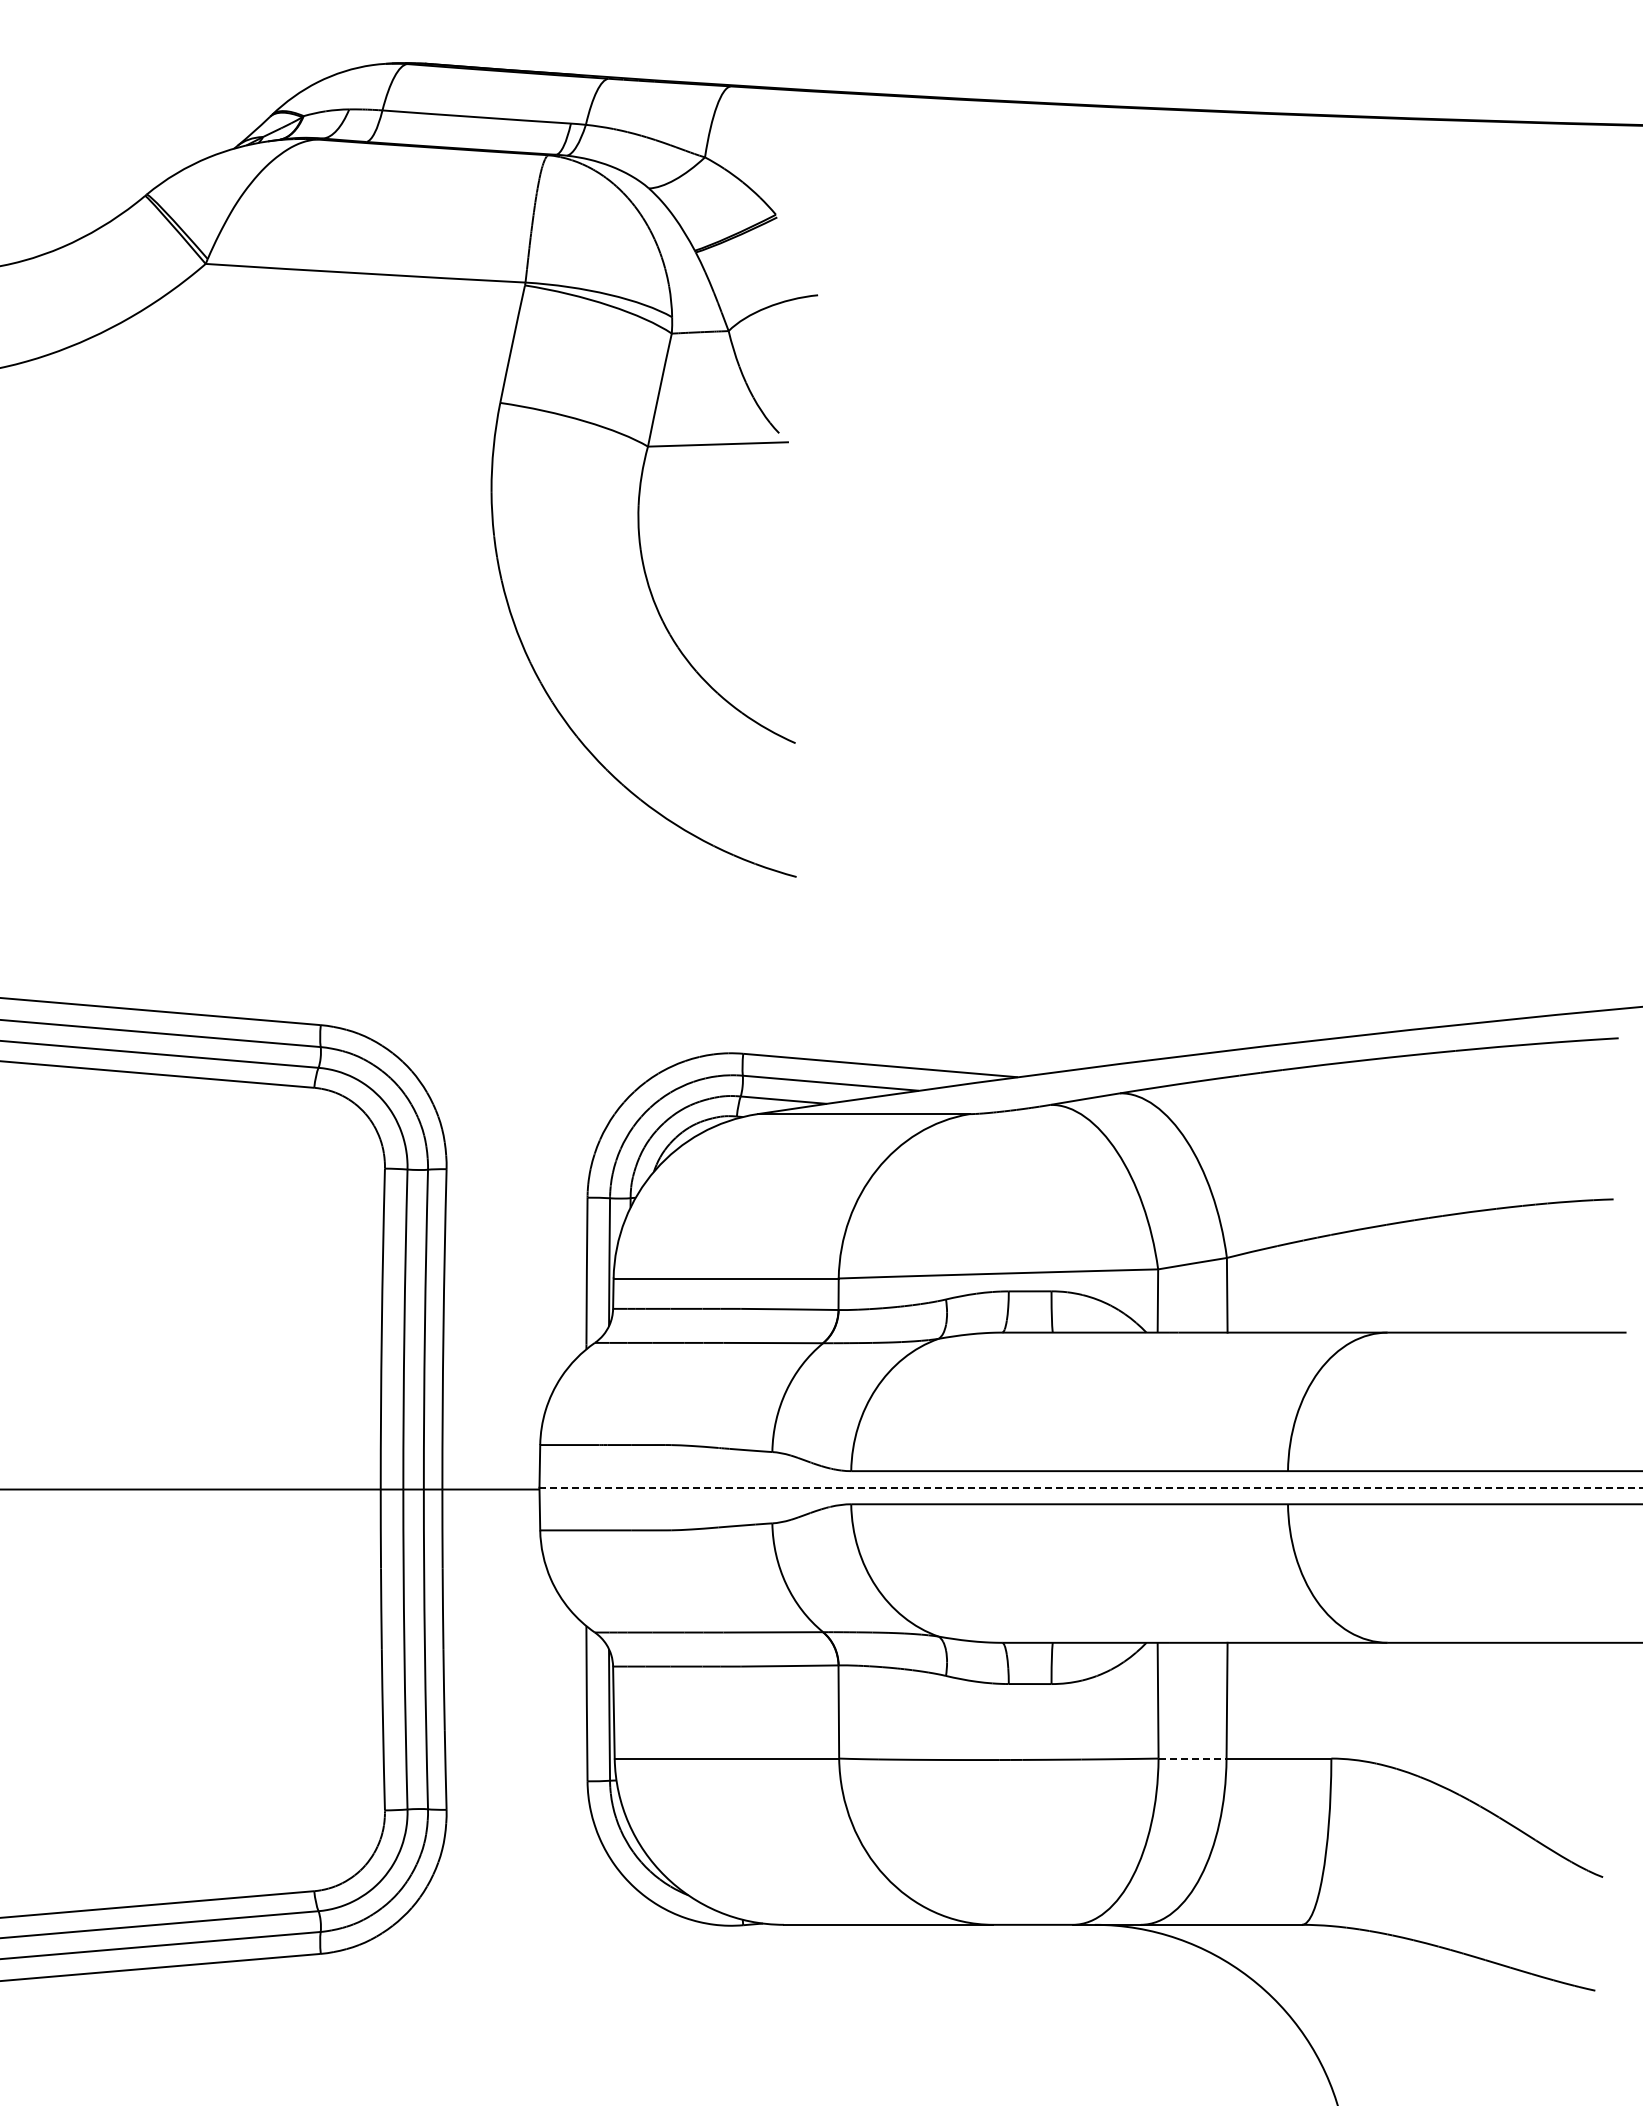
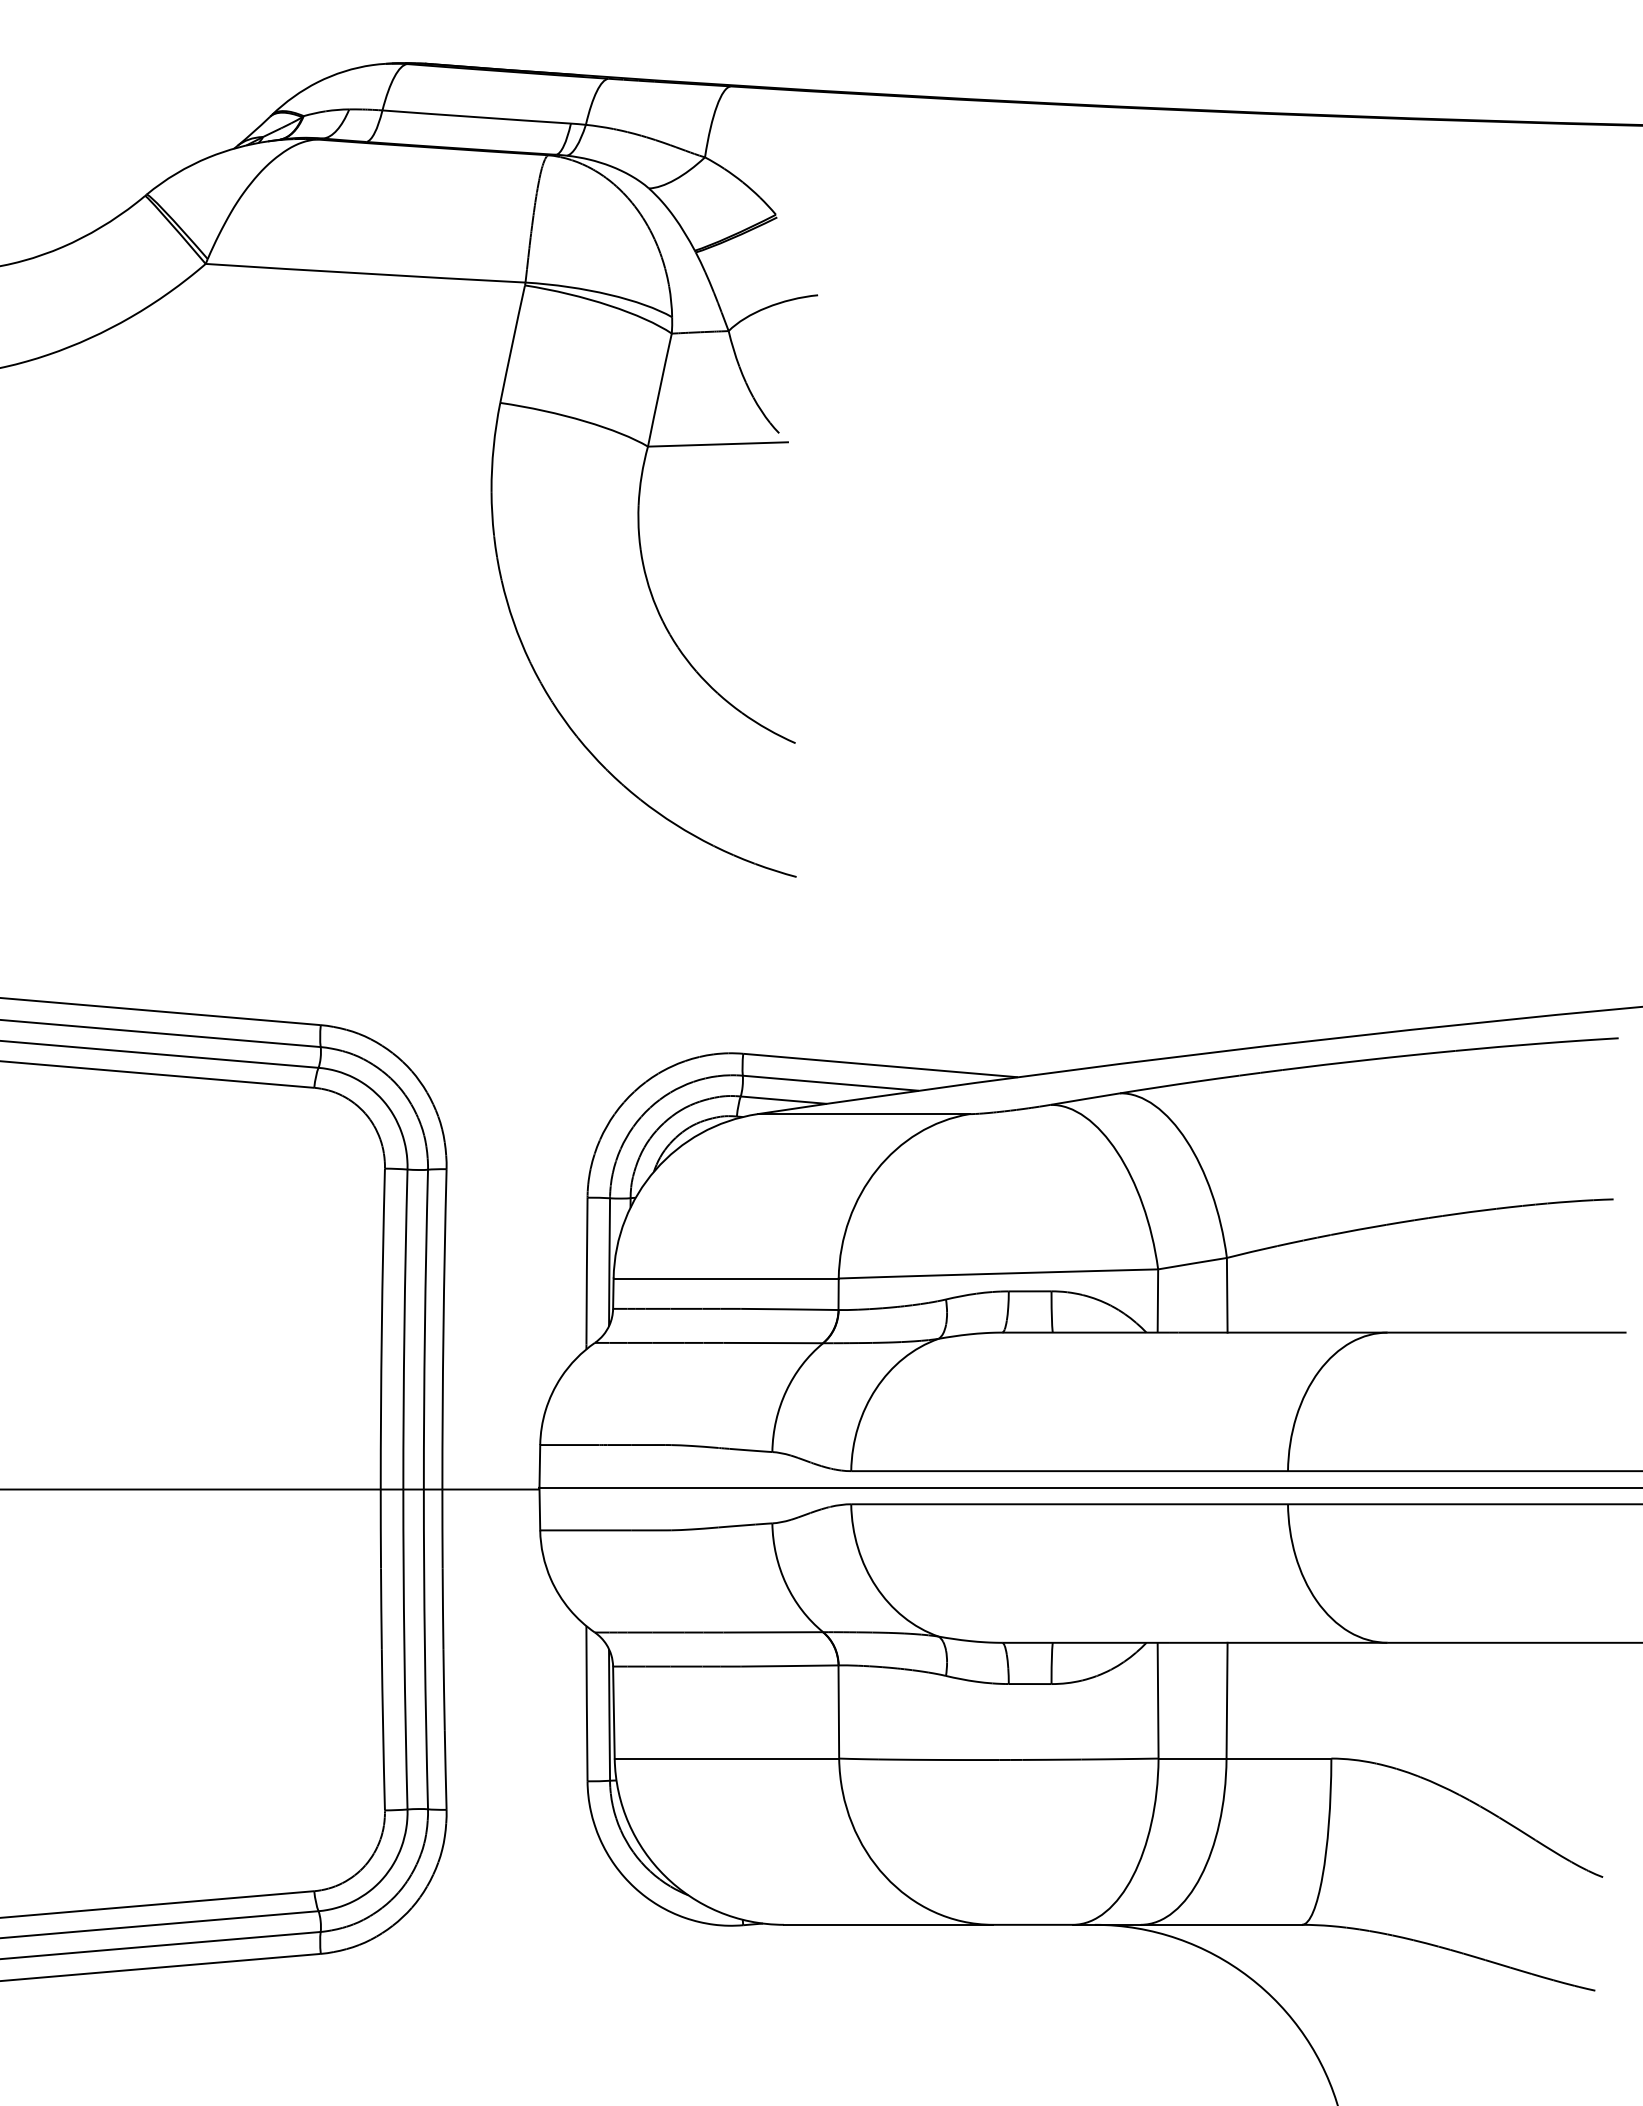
line at (1091, 1487): dashed -> solid
line at (1192, 1758): dashed -> solid
